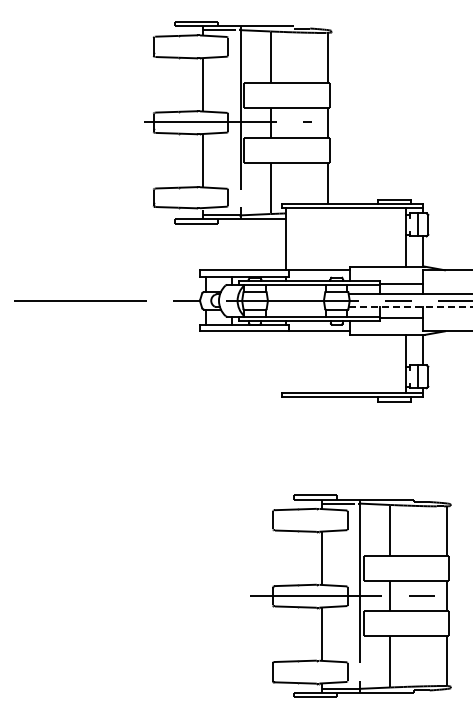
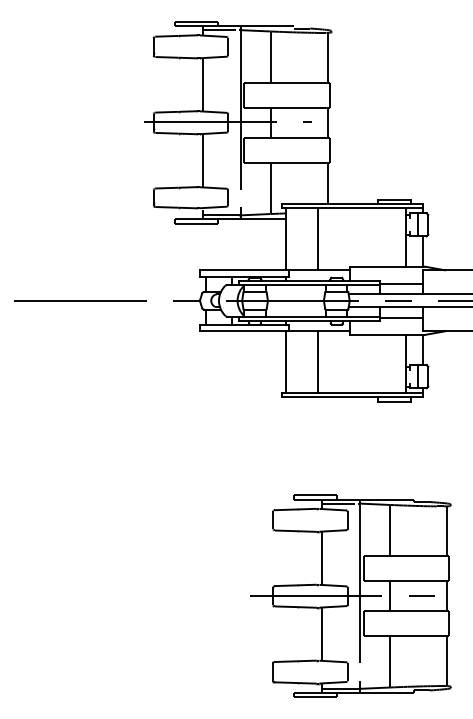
line at (318, 239): none -> present
line at (410, 307): dashed -> solid
line at (285, 362): none -> present
line at (318, 362): none -> present
